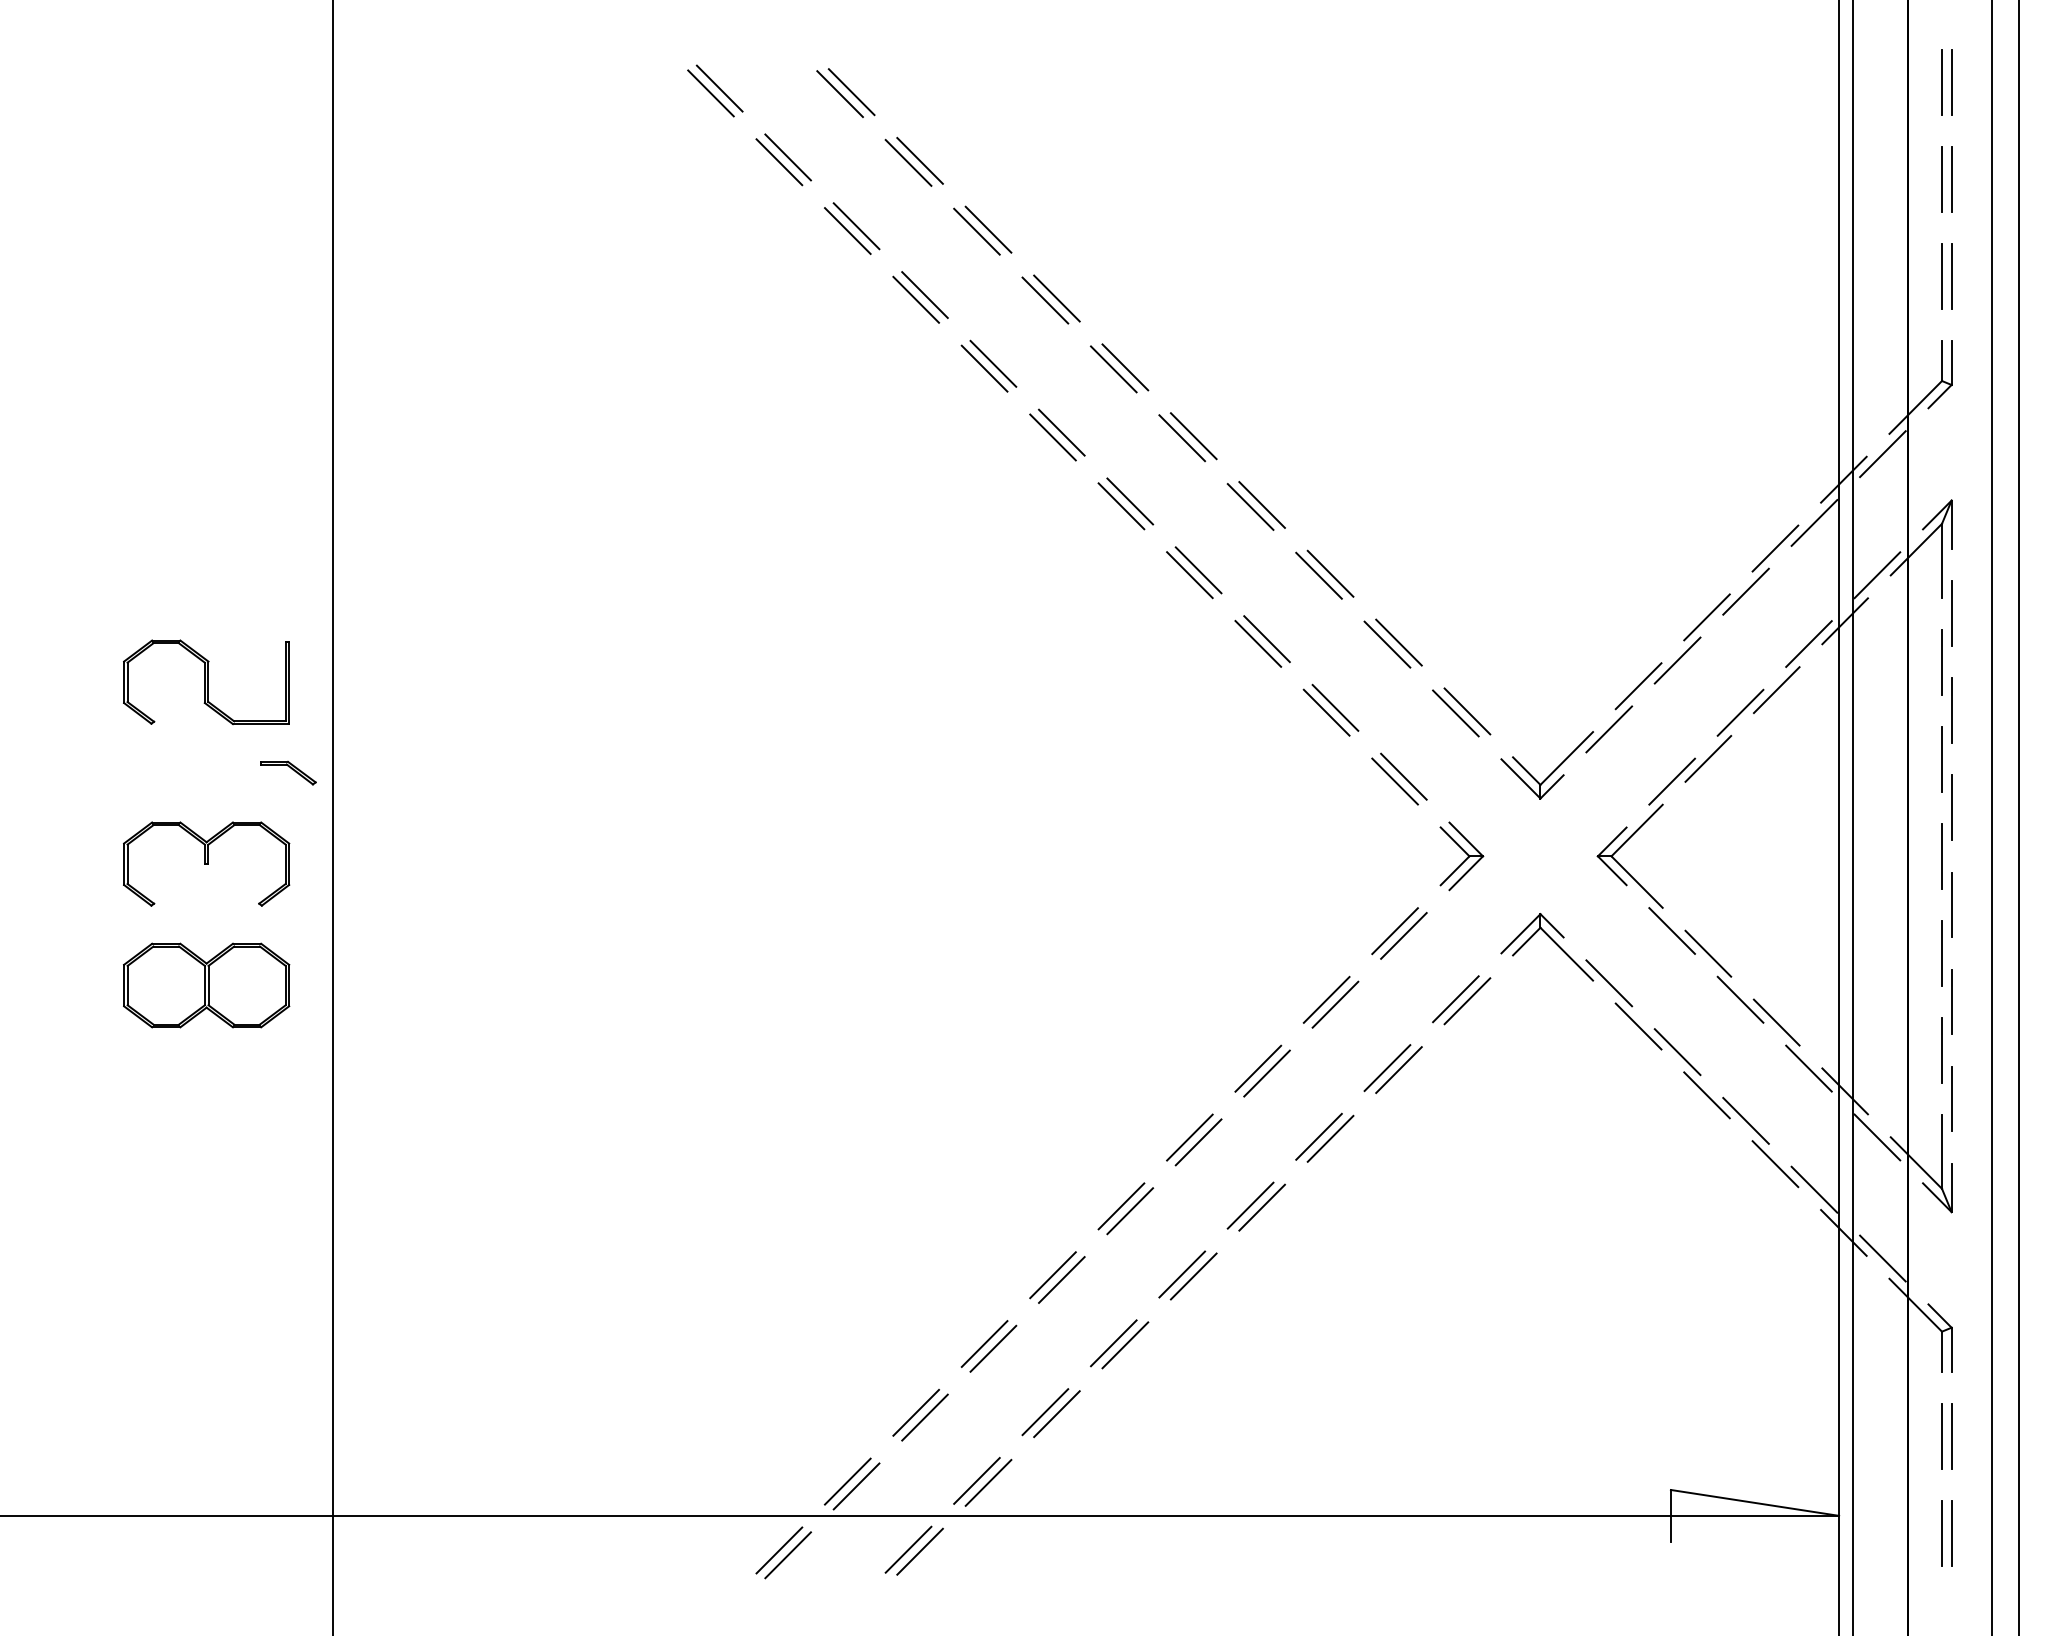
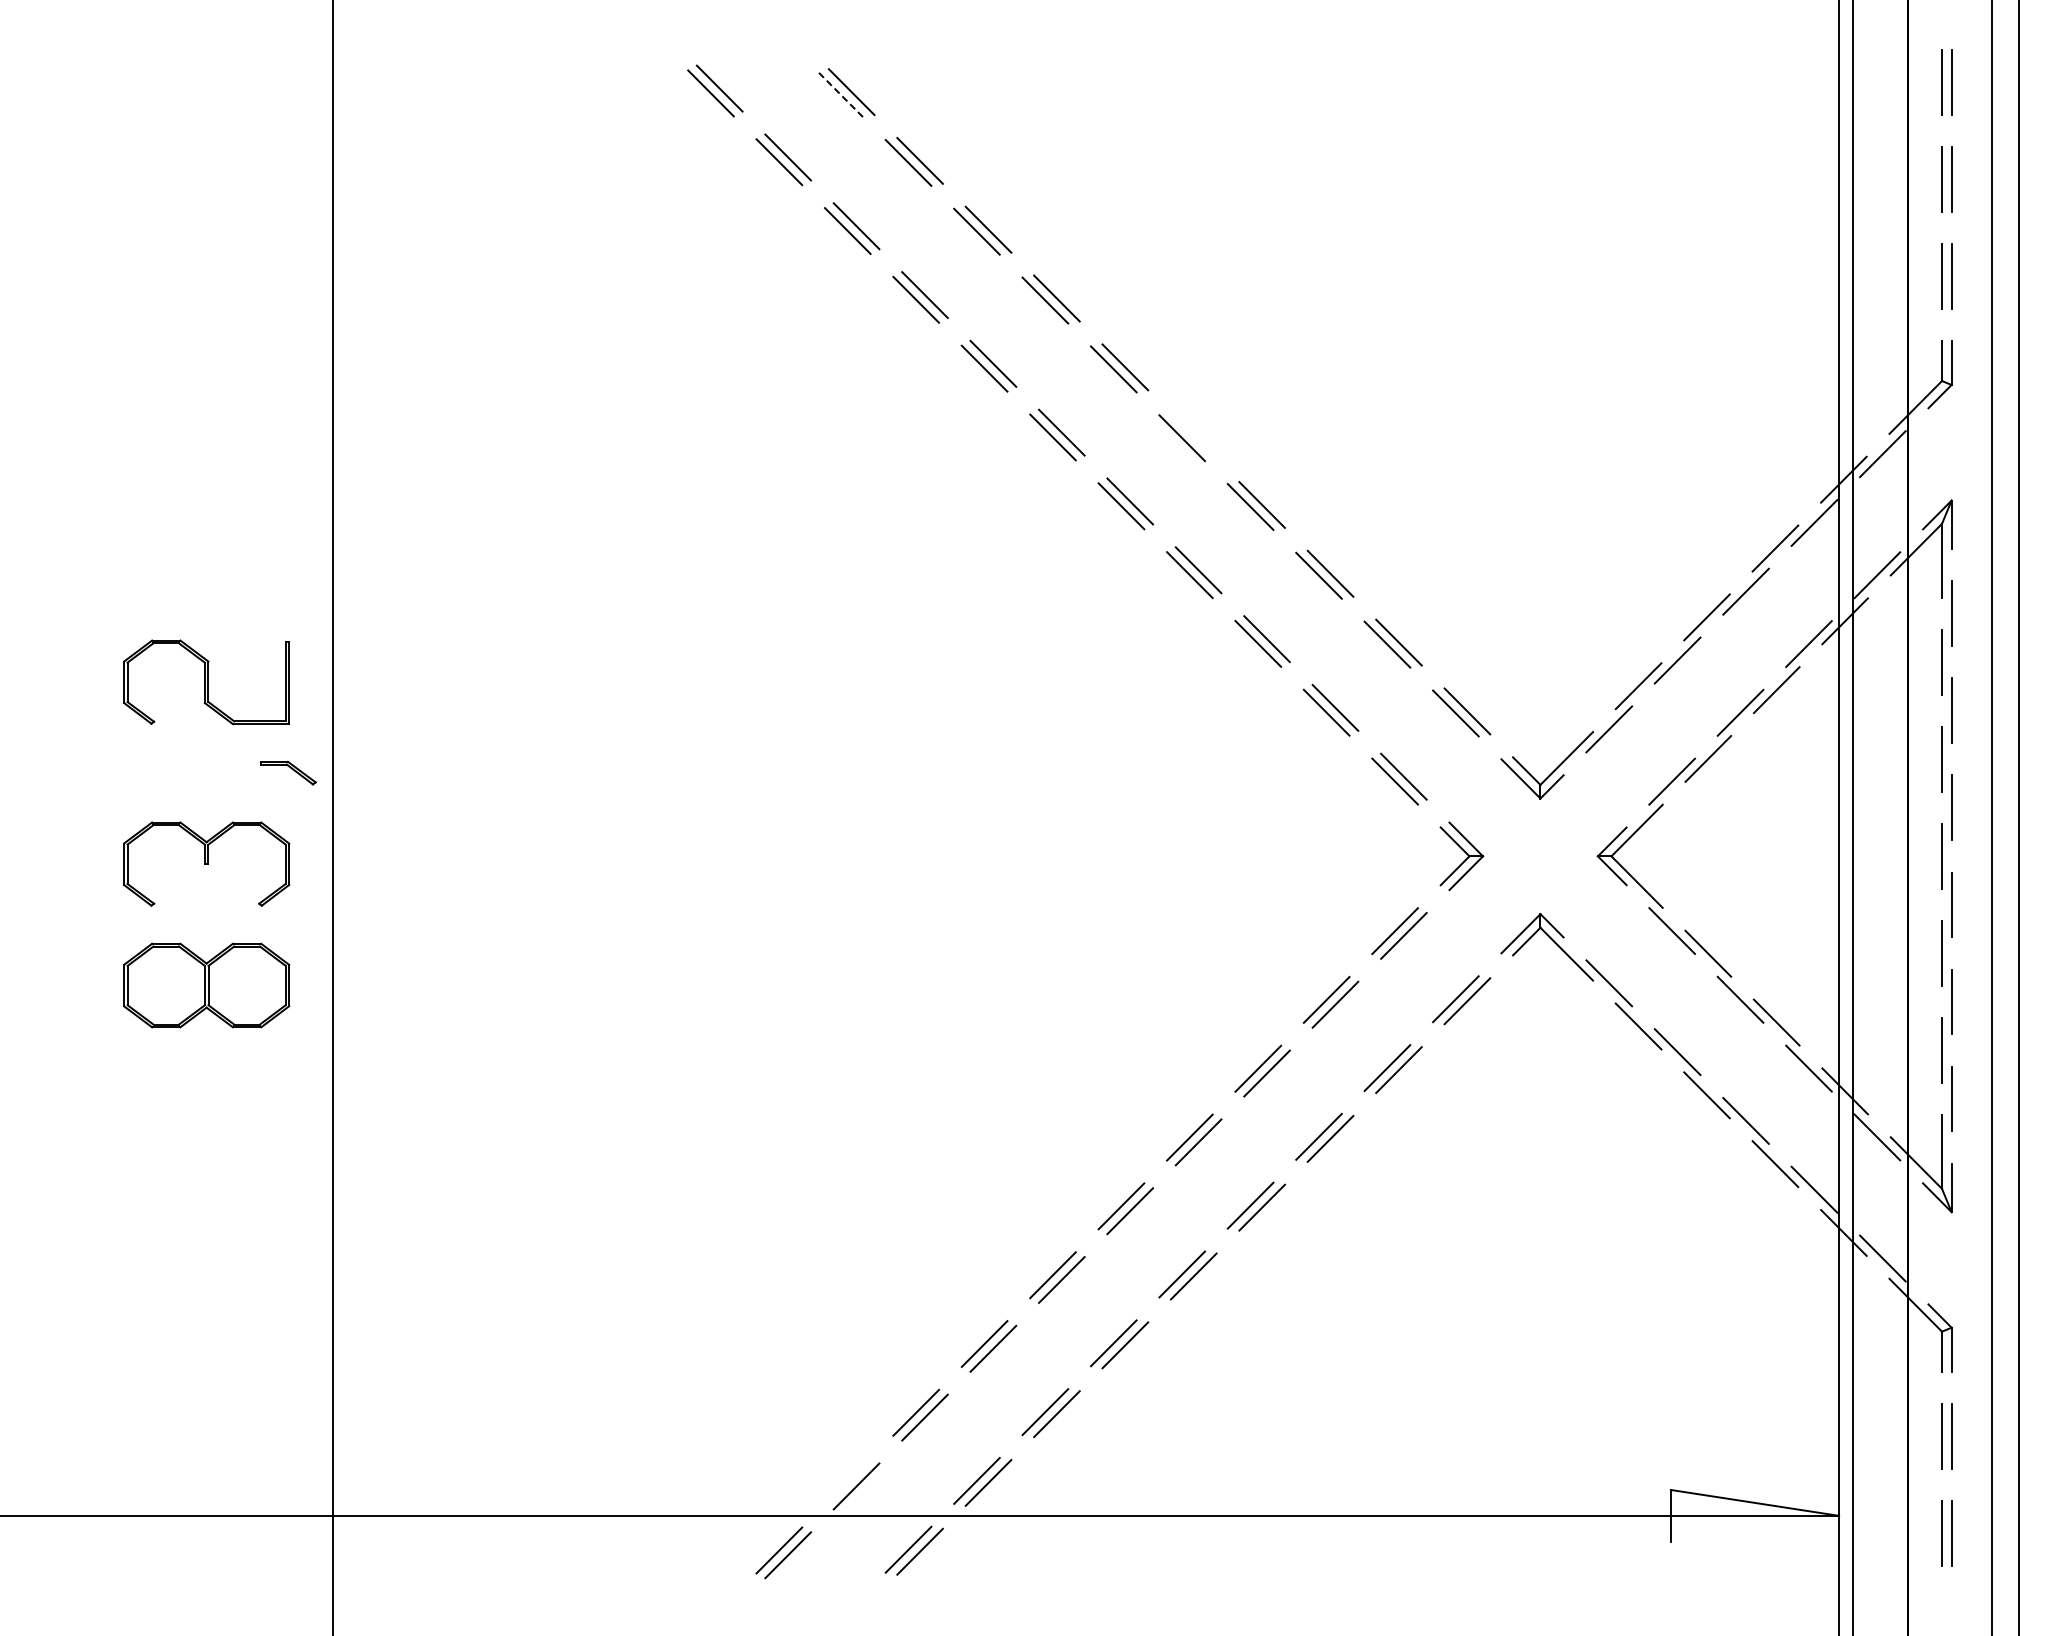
line at (839, 93): solid -> dashed
line at (1193, 436): present -> none
line at (847, 1481): present -> none
